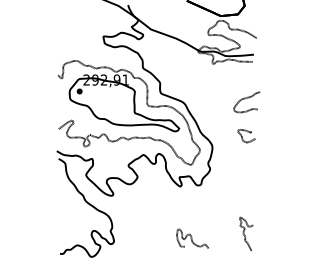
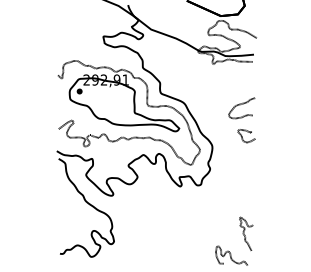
curve at (245, 99) position: (245, 99) -> (240, 105)
curve at (192, 238) position: (192, 238) -> (231, 255)
